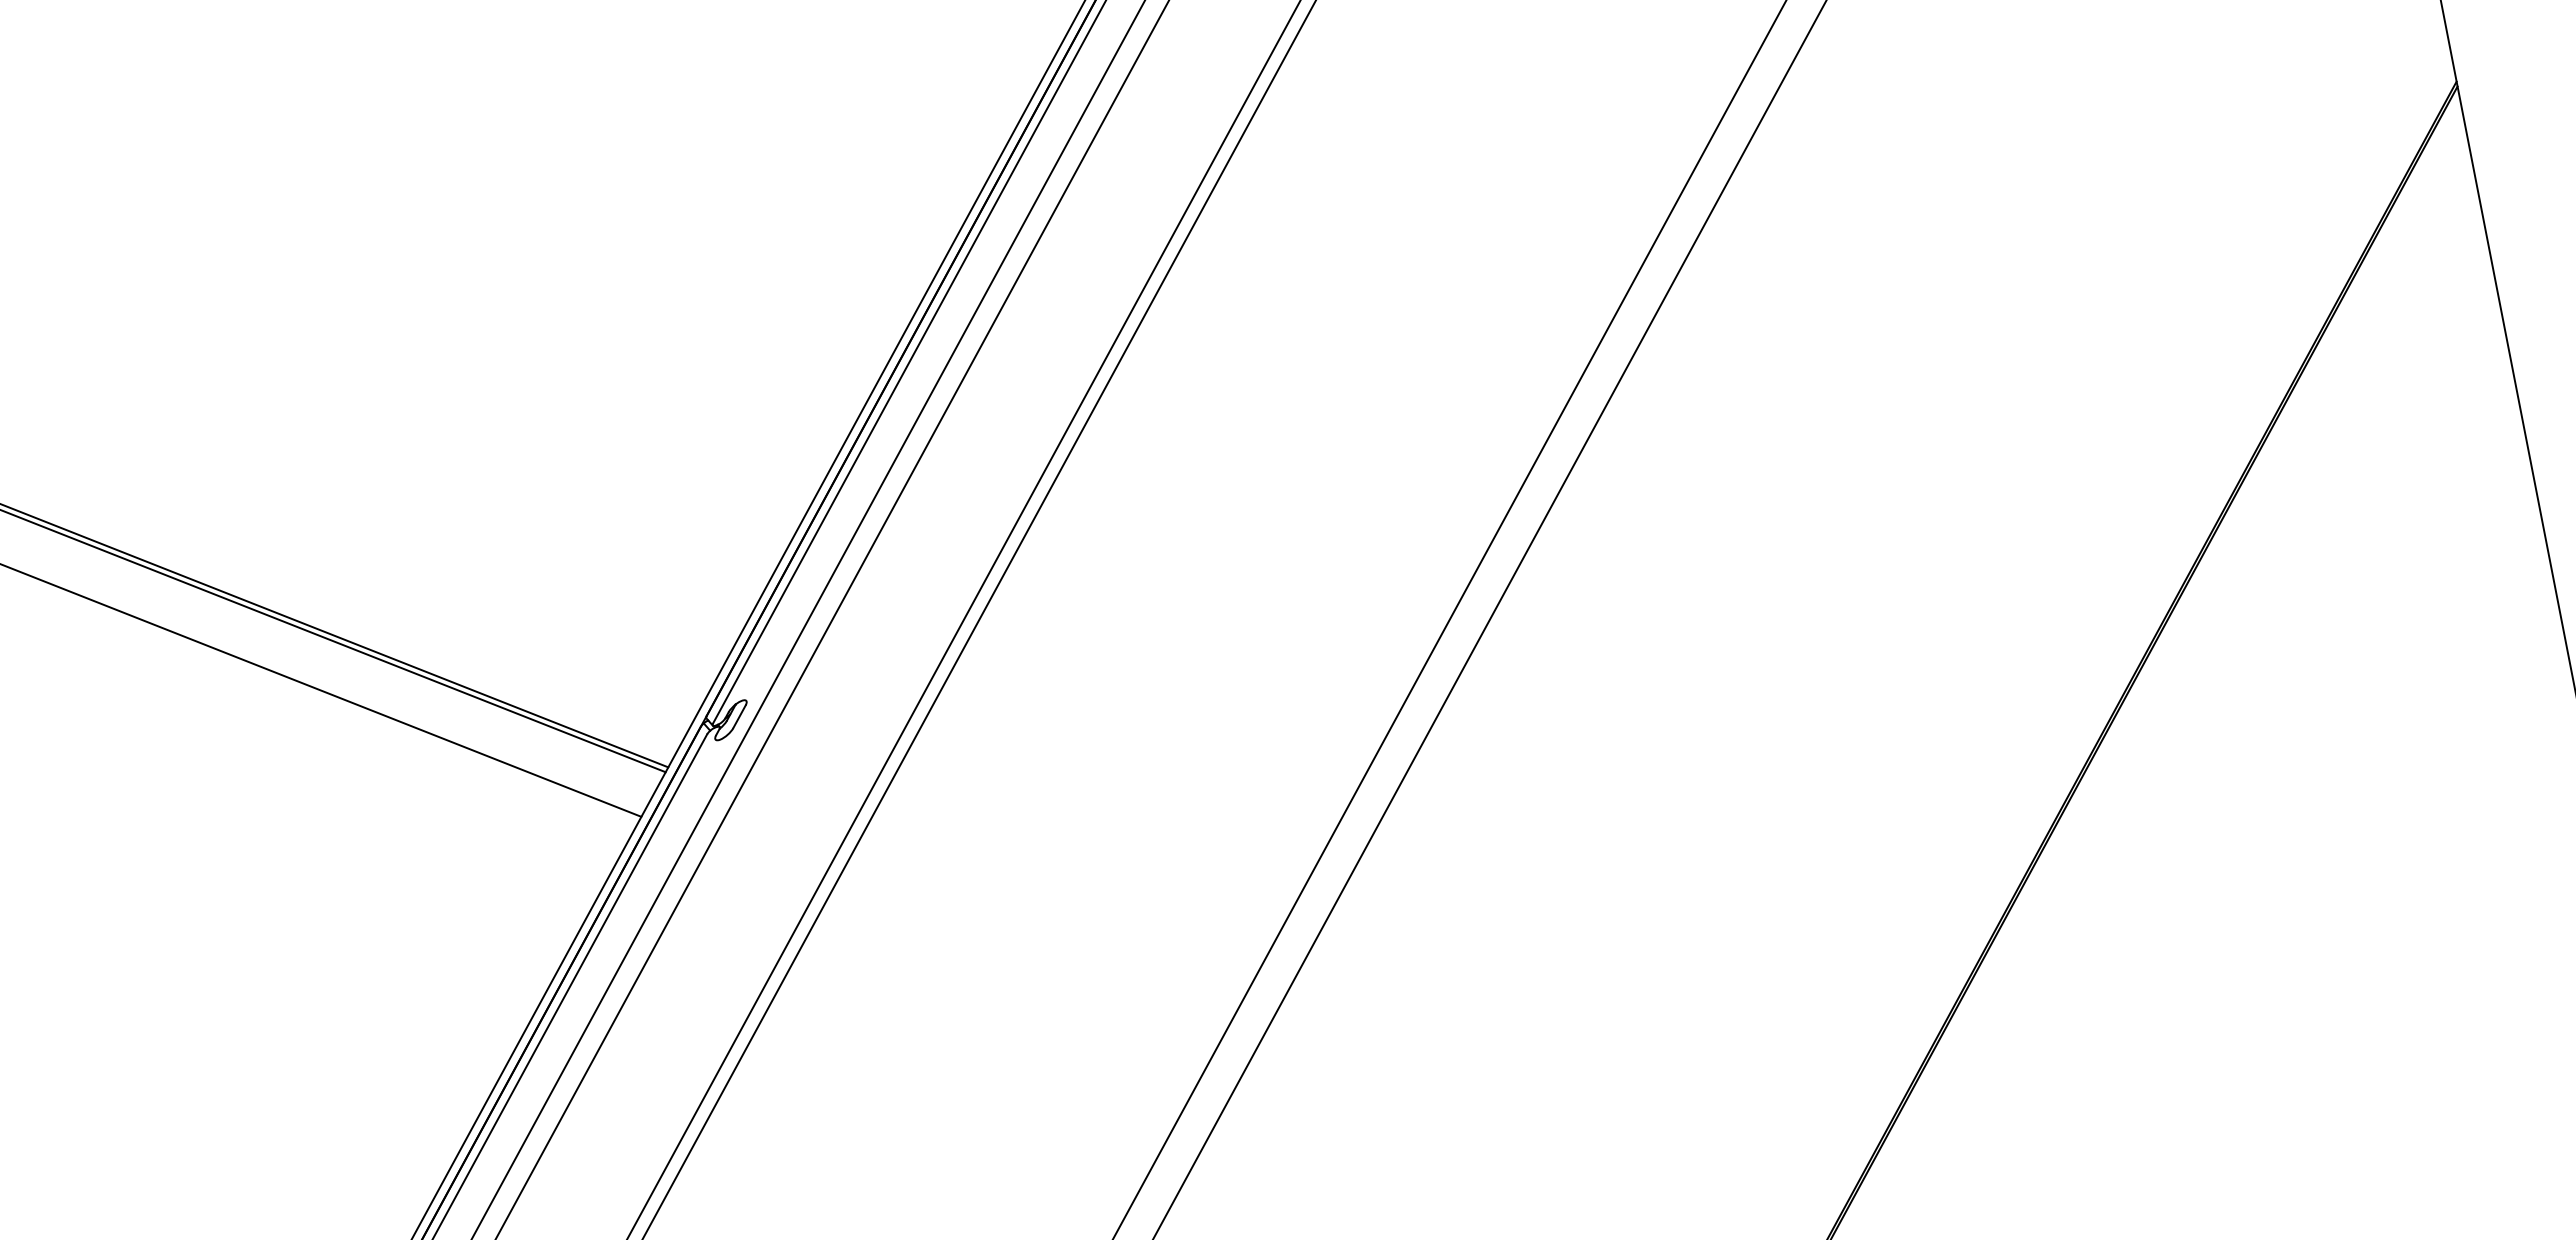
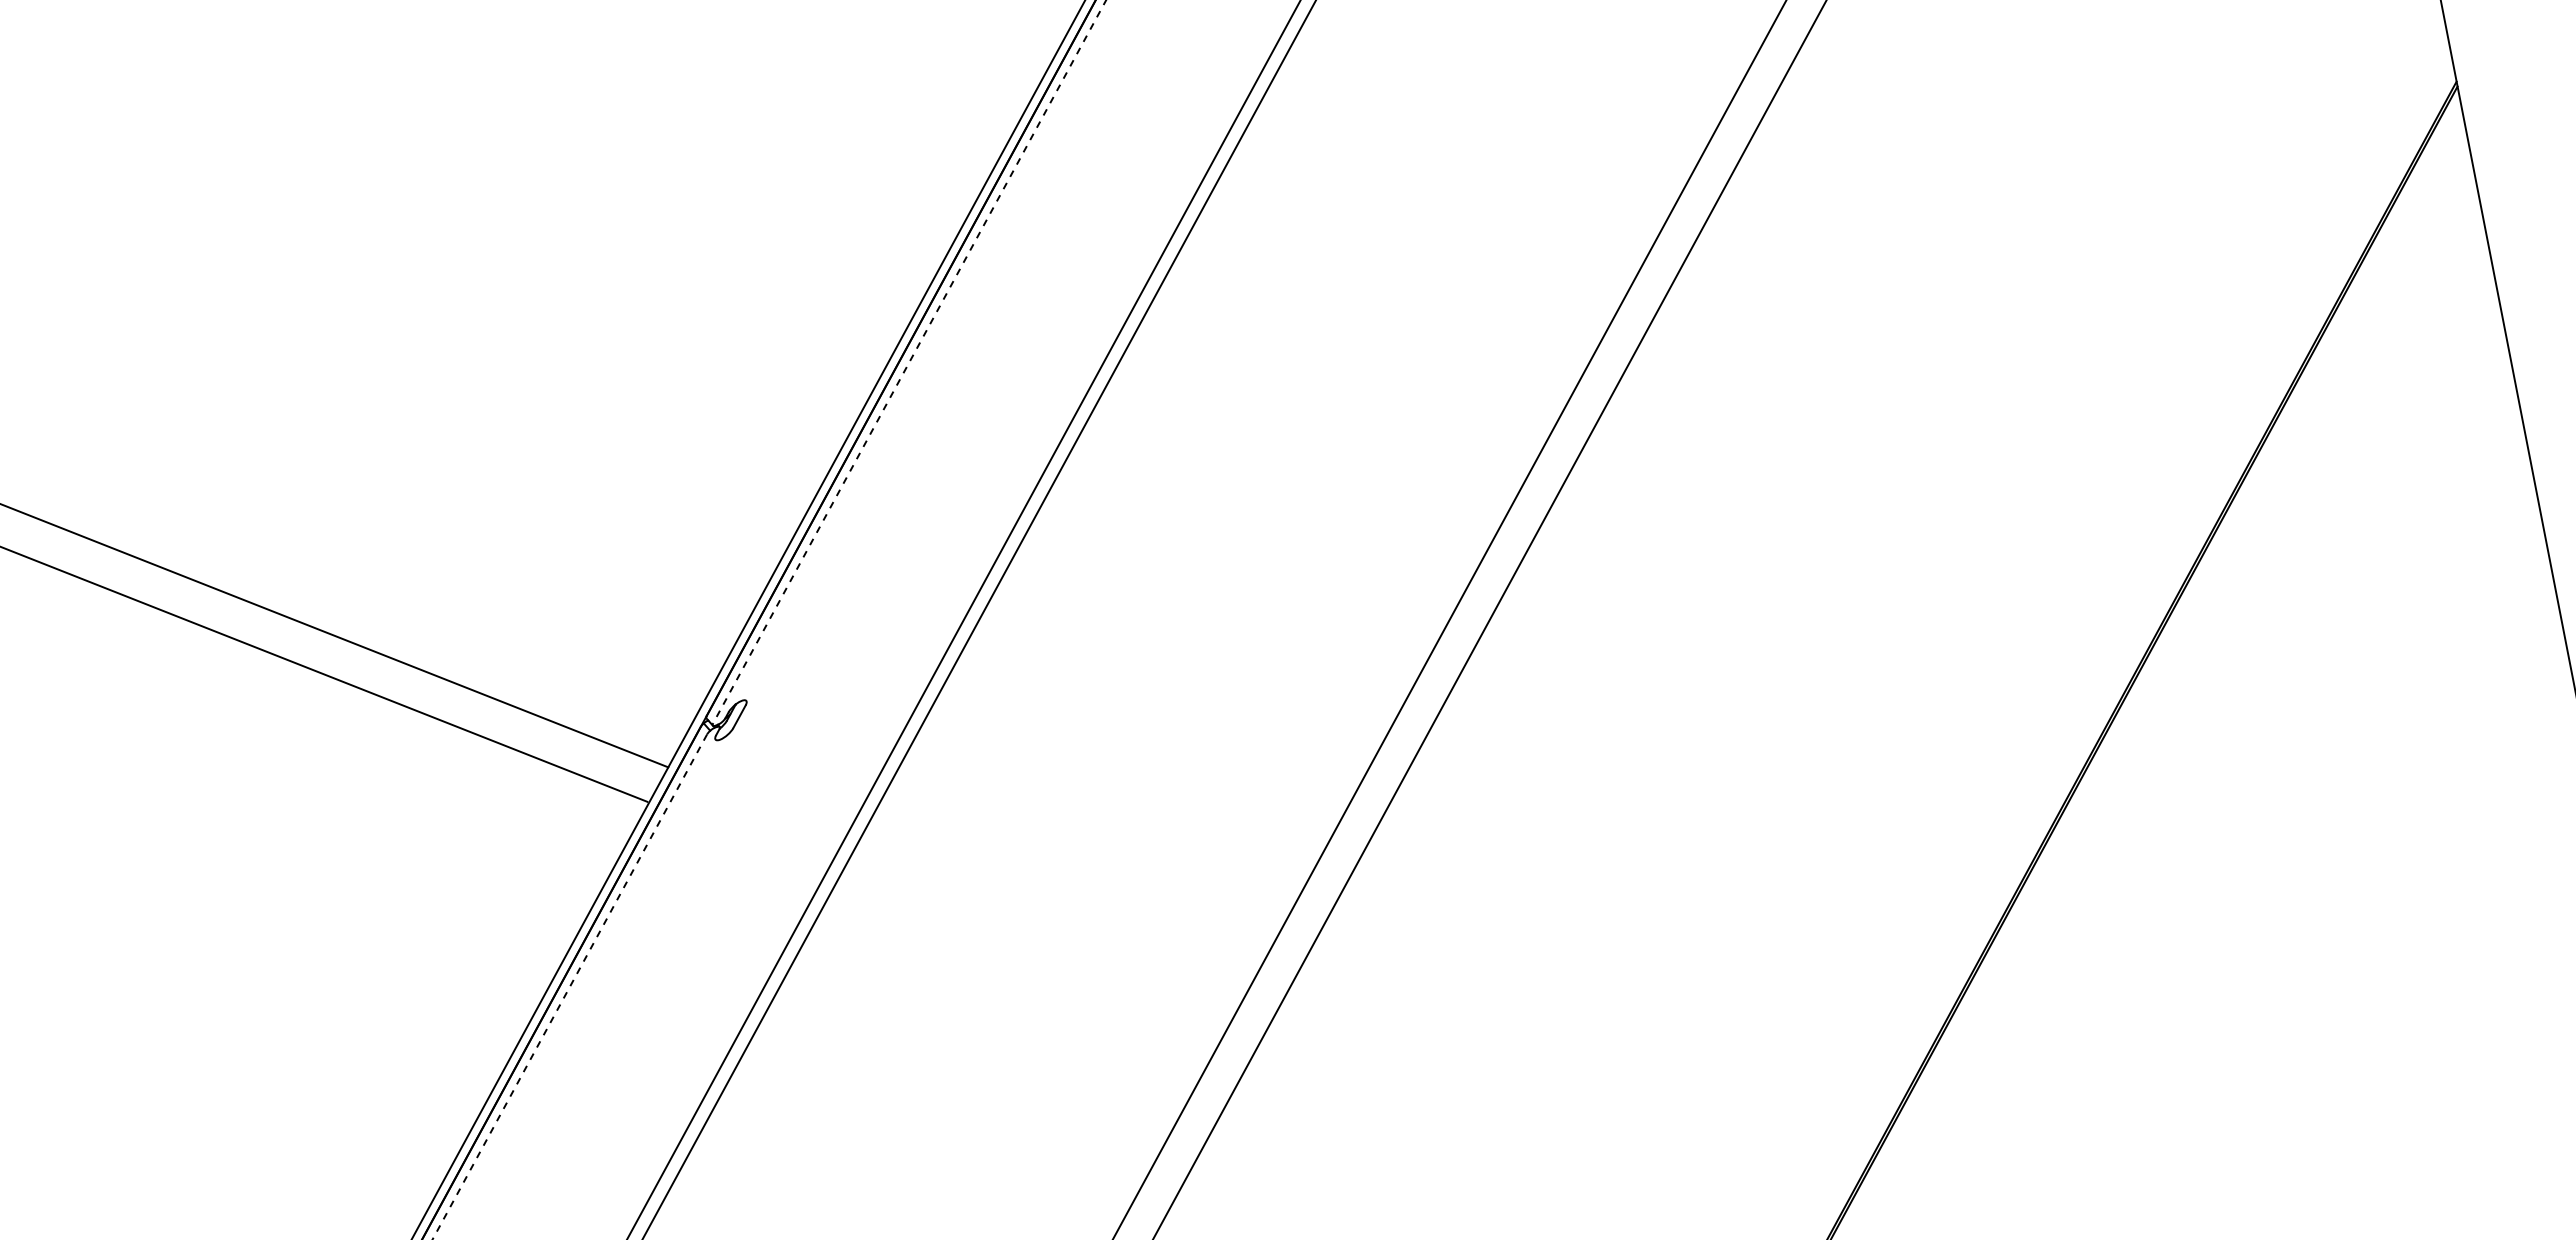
line at (909, 362): solid -> dashed
line at (808, 619): present -> none
line at (832, 619): present -> none
line at (333, 641): present -> none
line at (321, 690) position: (321, 690) -> (324, 674)
line at (569, 987): solid -> dashed
